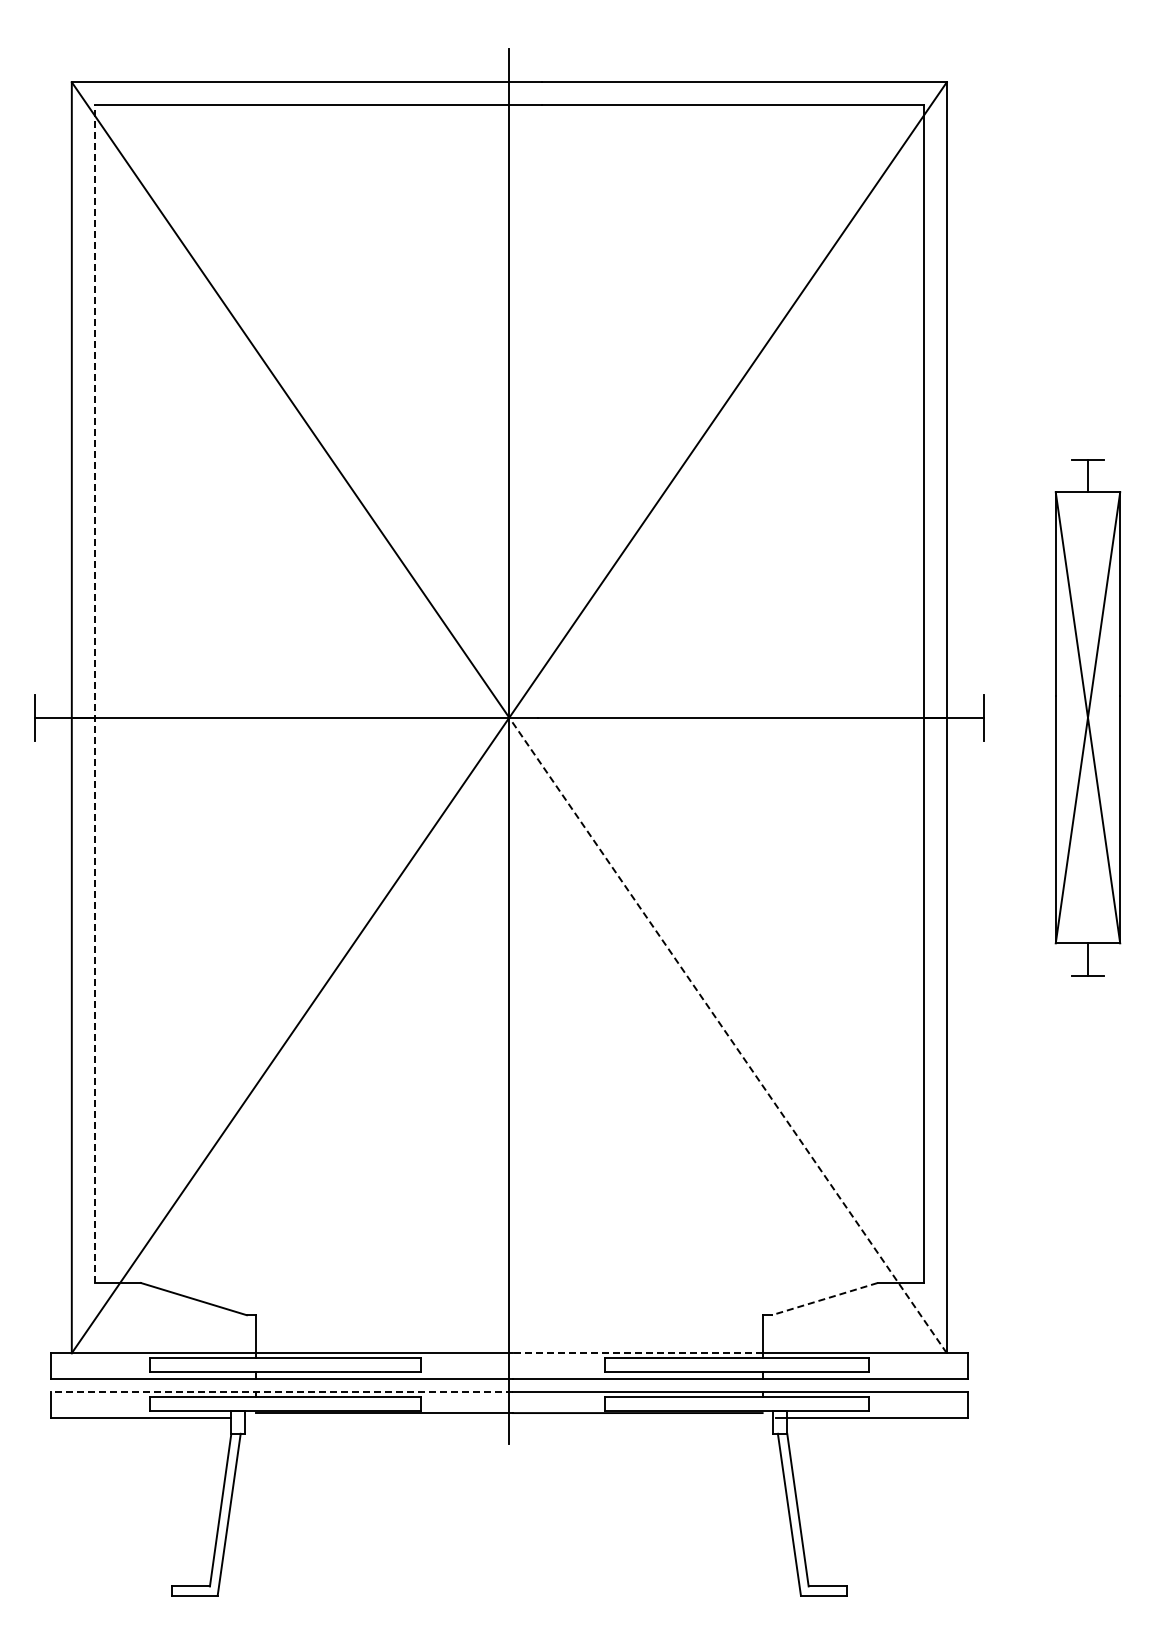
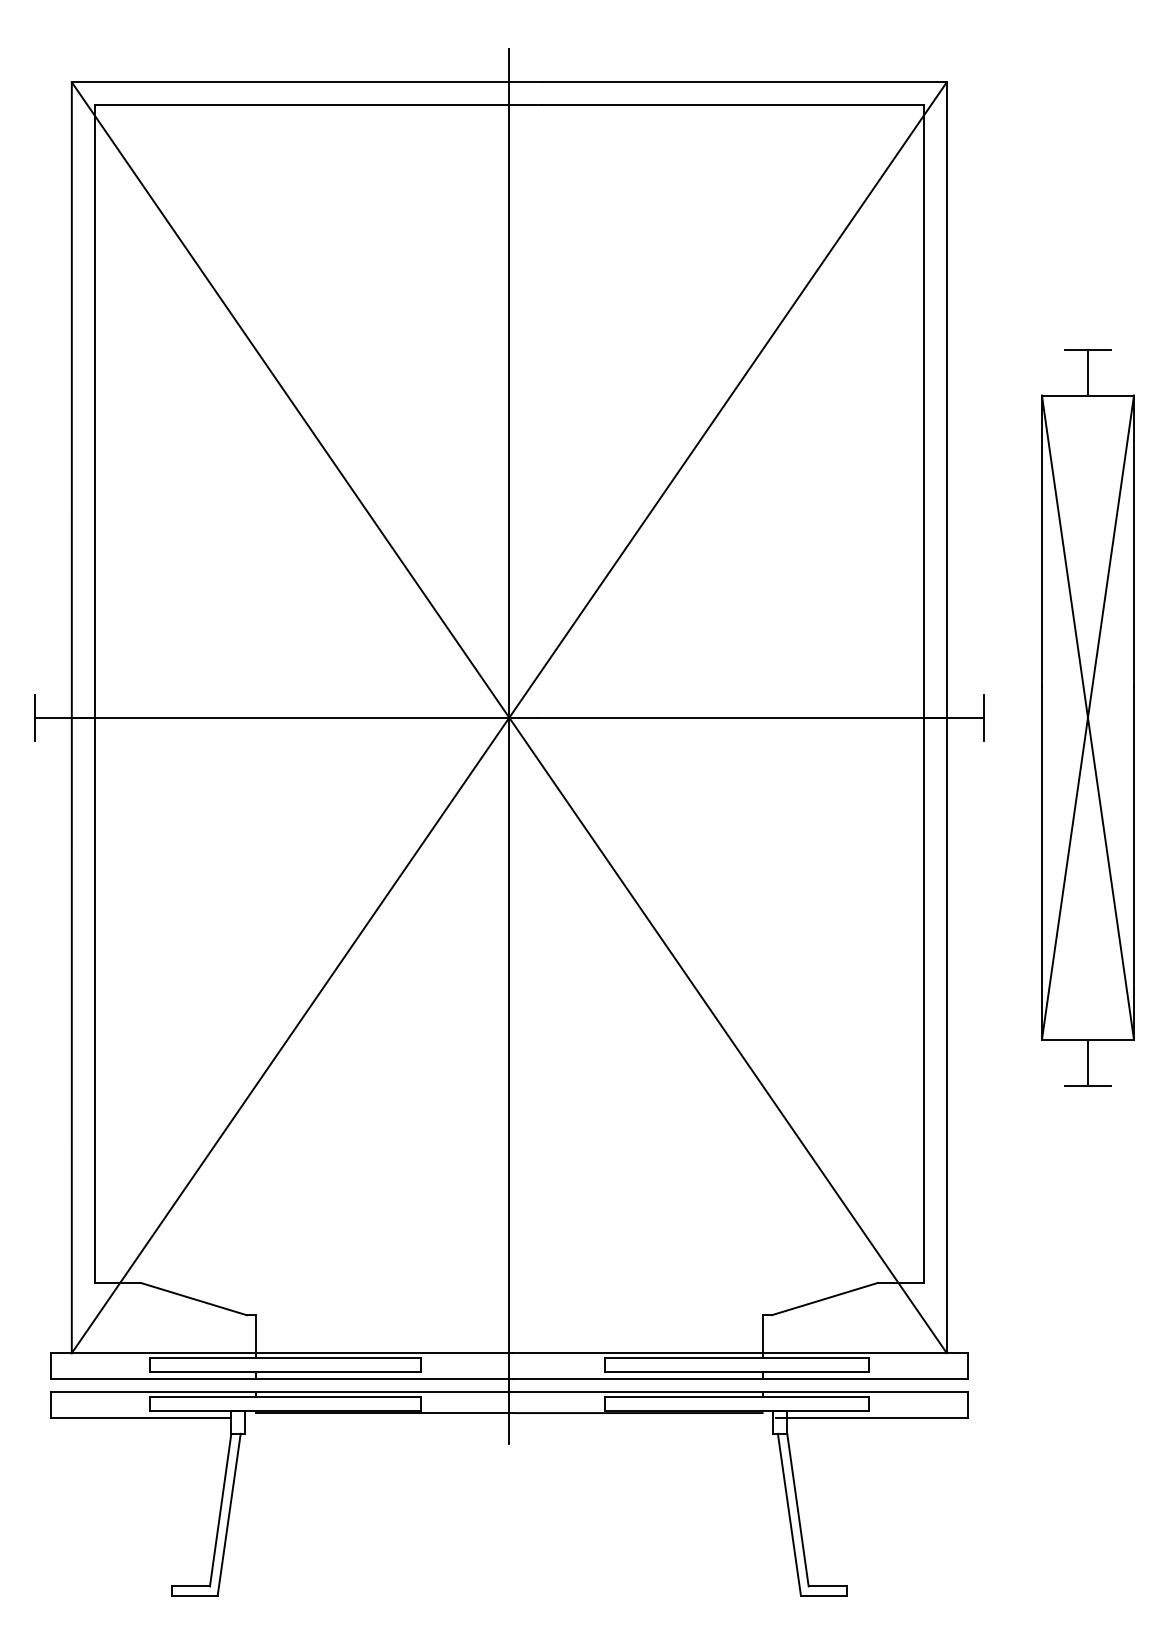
line at (94, 694): dashed -> solid
part at (1087, 717) size: 68x518 px -> 94x738 px
line at (728, 1035): dashed -> solid
line at (824, 1299): dashed -> solid
line at (637, 1353): dashed -> solid
line at (281, 1392): dashed -> solid
